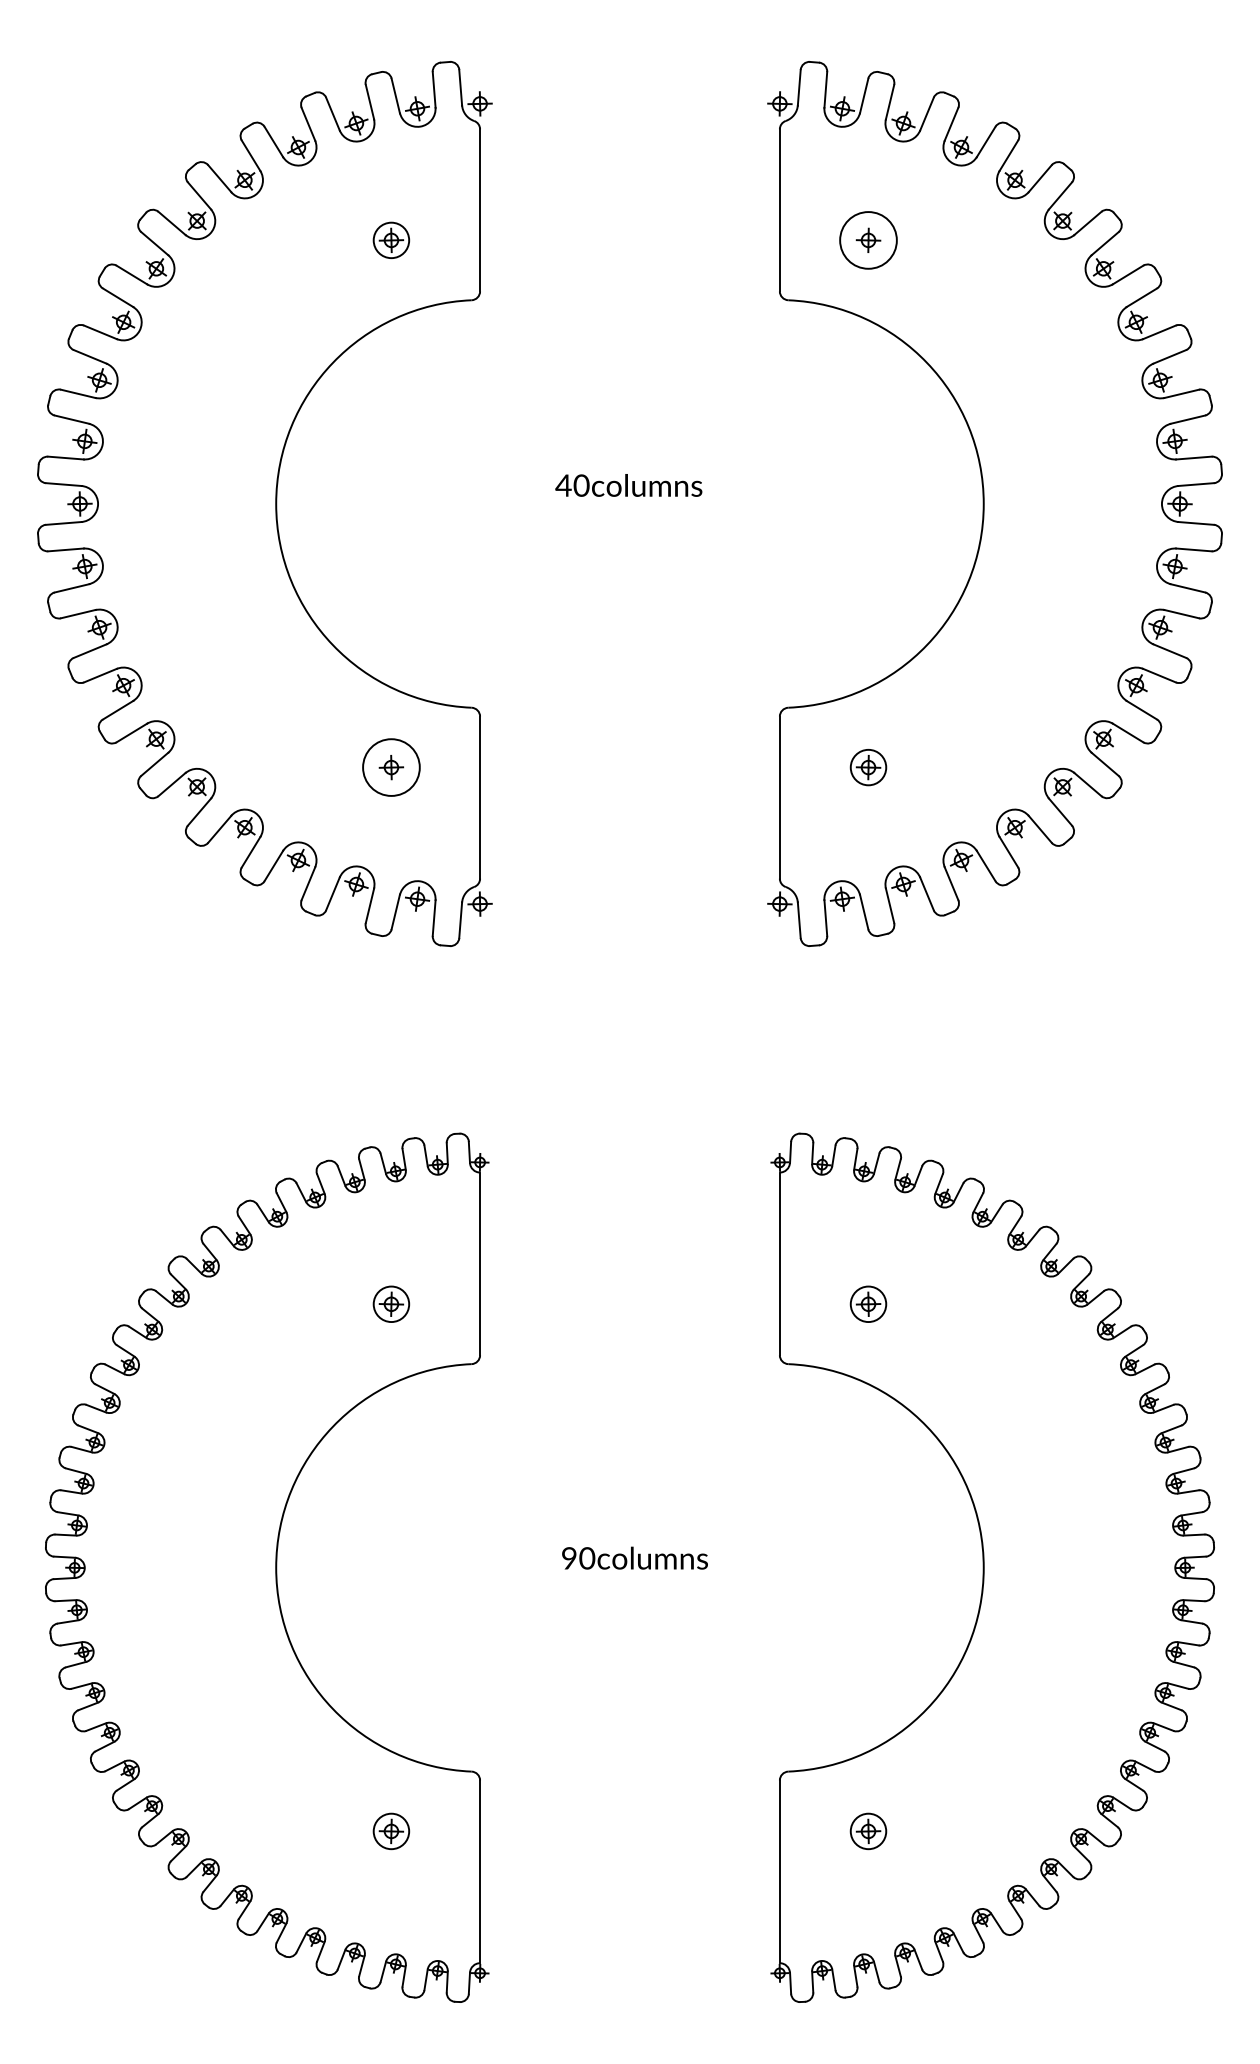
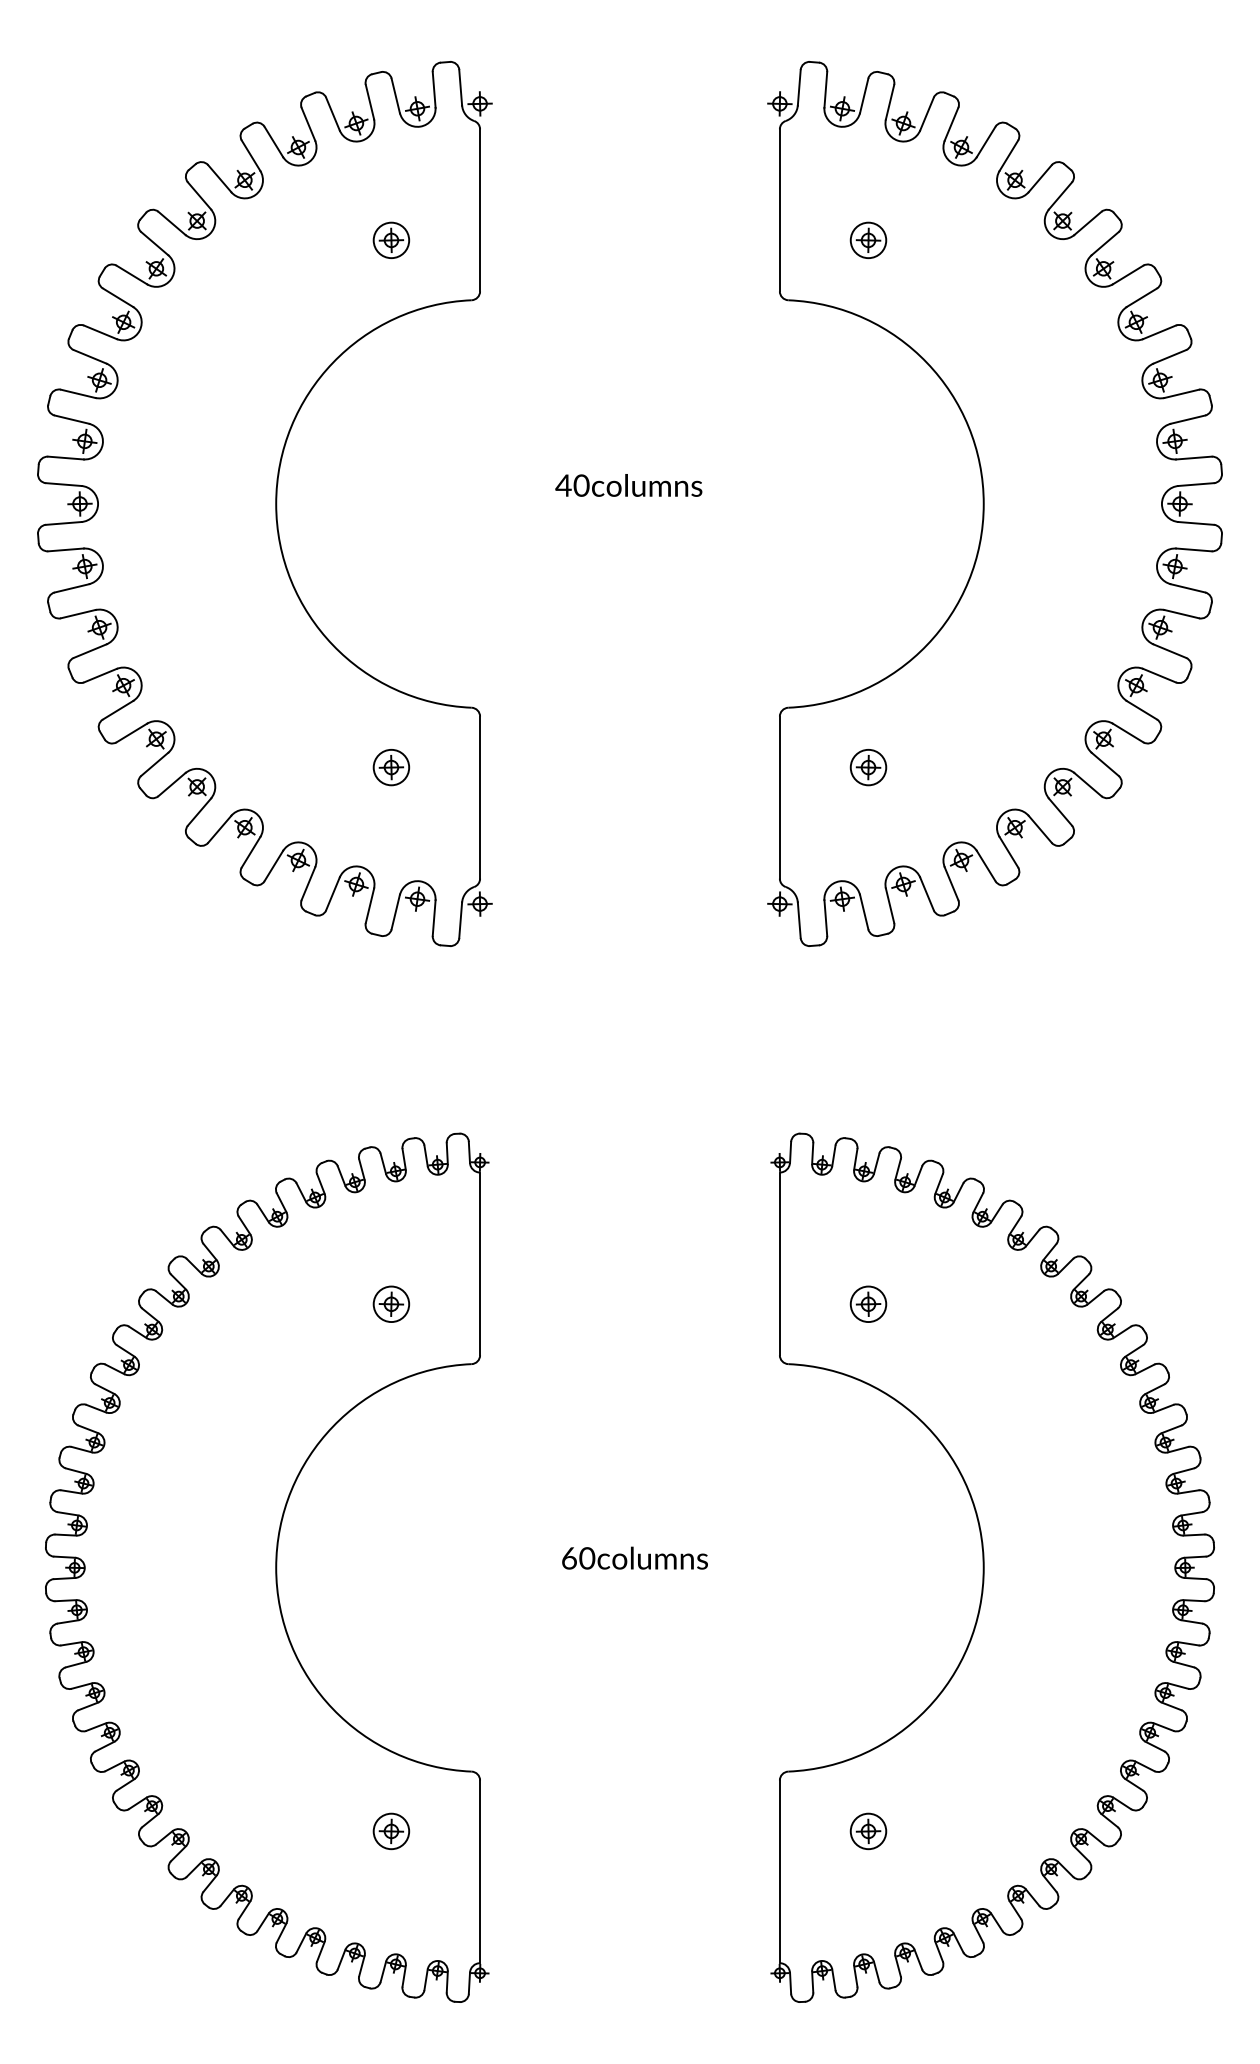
circle at (868, 240) diameter: 57 px -> 35 px
circle at (391, 767) diameter: 57 px -> 35 px
text at (569, 1558): 90columns -> 60columns
